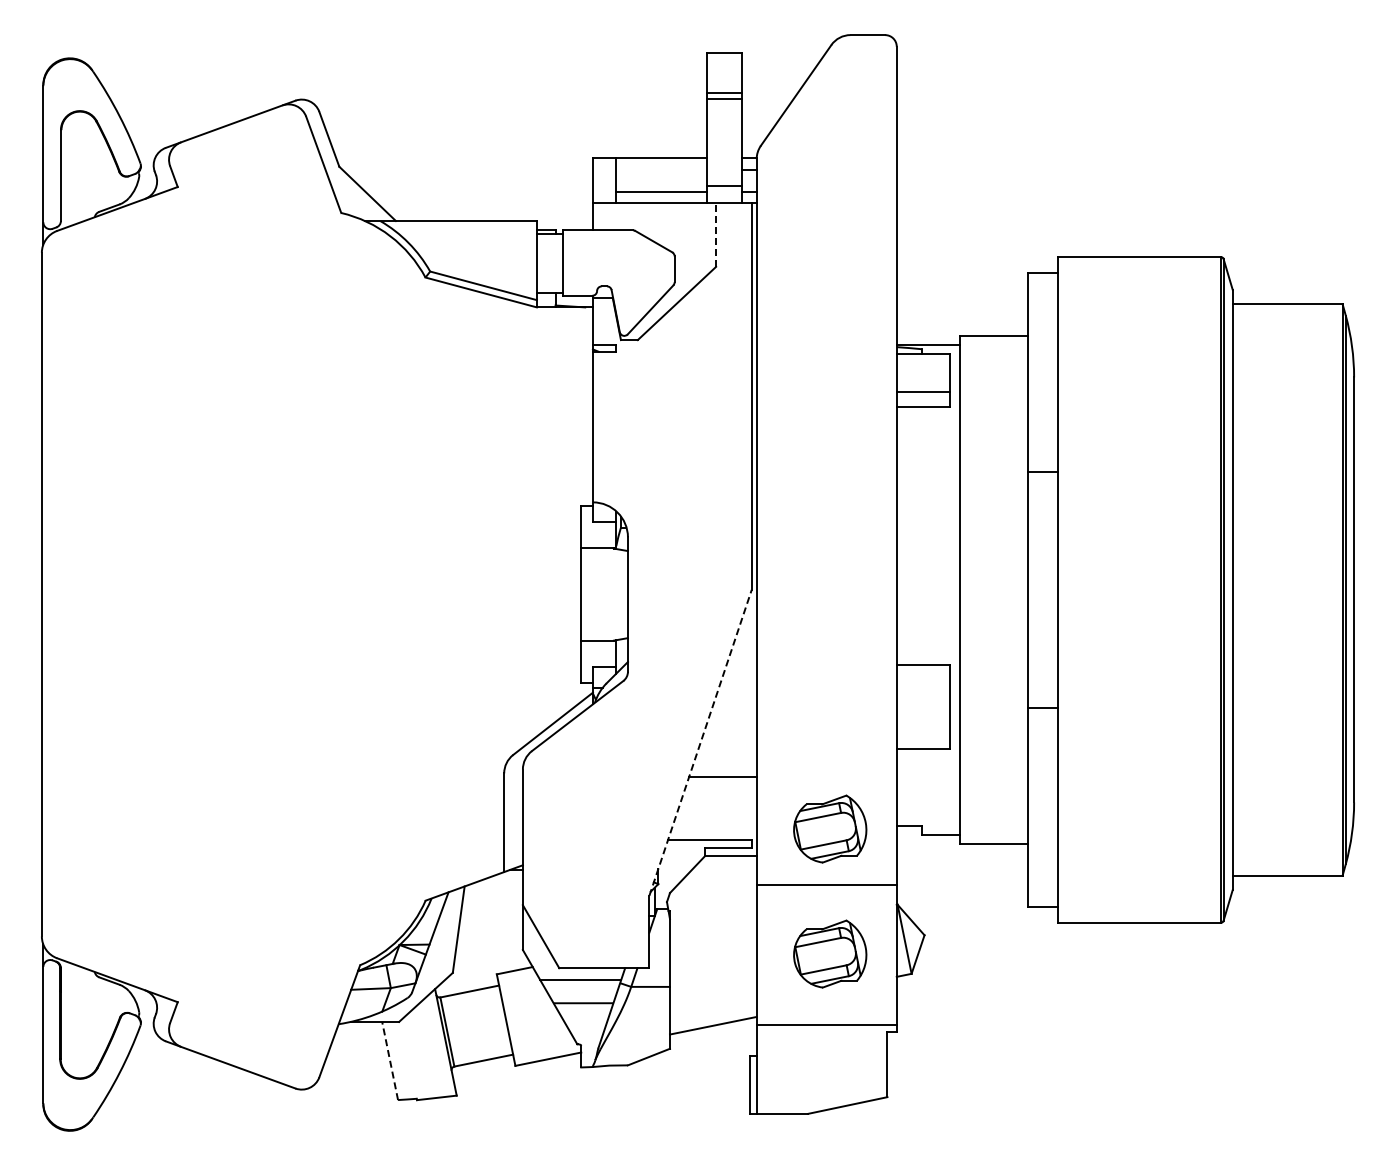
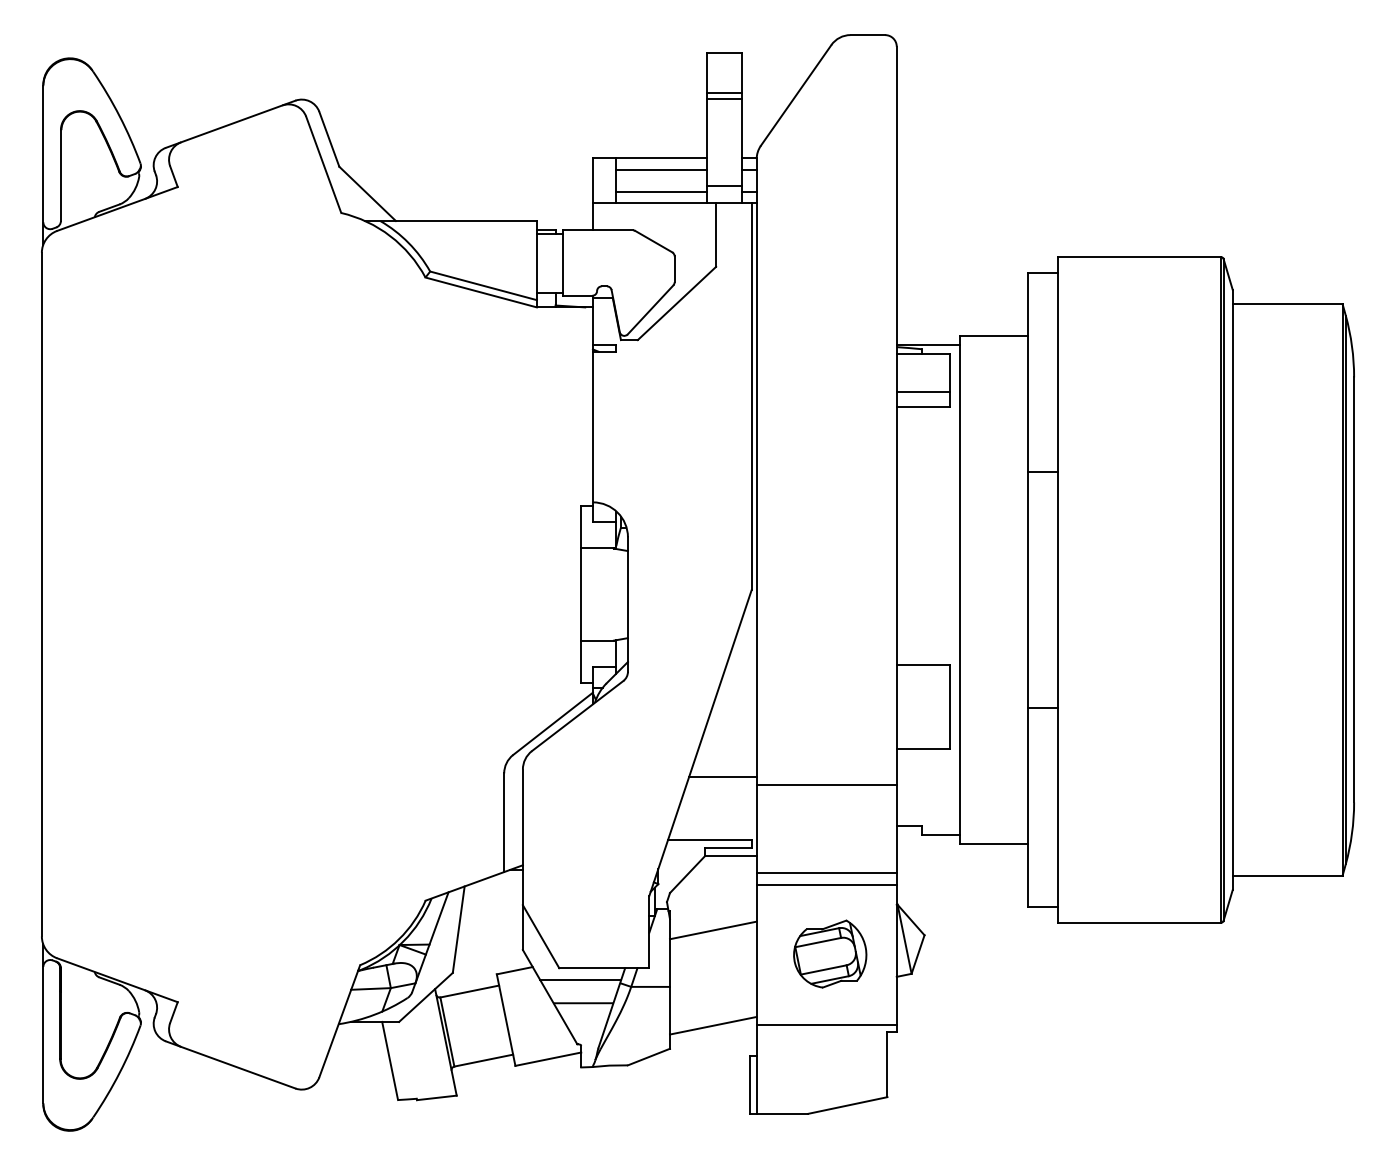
line at (661, 169): none -> present
line at (716, 235): dashed -> solid
line at (700, 742): dashed -> solid
line at (826, 784): none -> present
part at (830, 828): present -> none
line at (826, 873): none -> present
line at (713, 930): none -> present
line at (390, 1060): dashed -> solid
